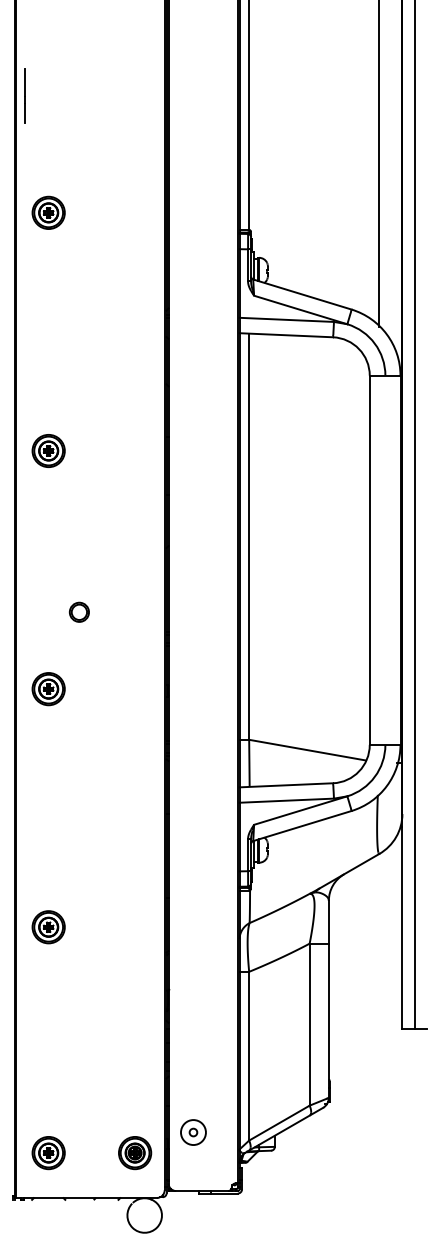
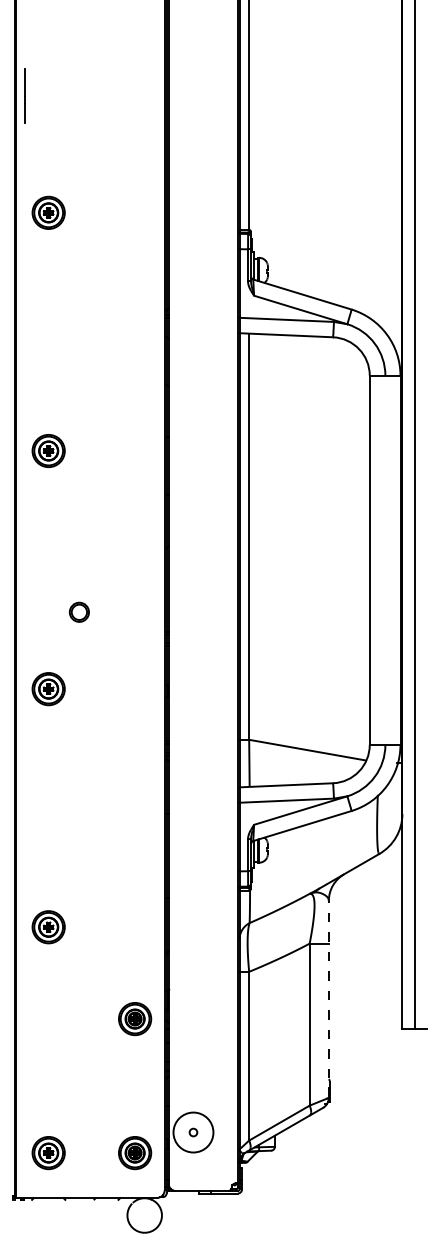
line at (379, 164): present -> none
line at (328, 999): solid -> dashed
part at (135, 1019): none -> present
circle at (193, 1132) diameter: 25 px -> 40 px
